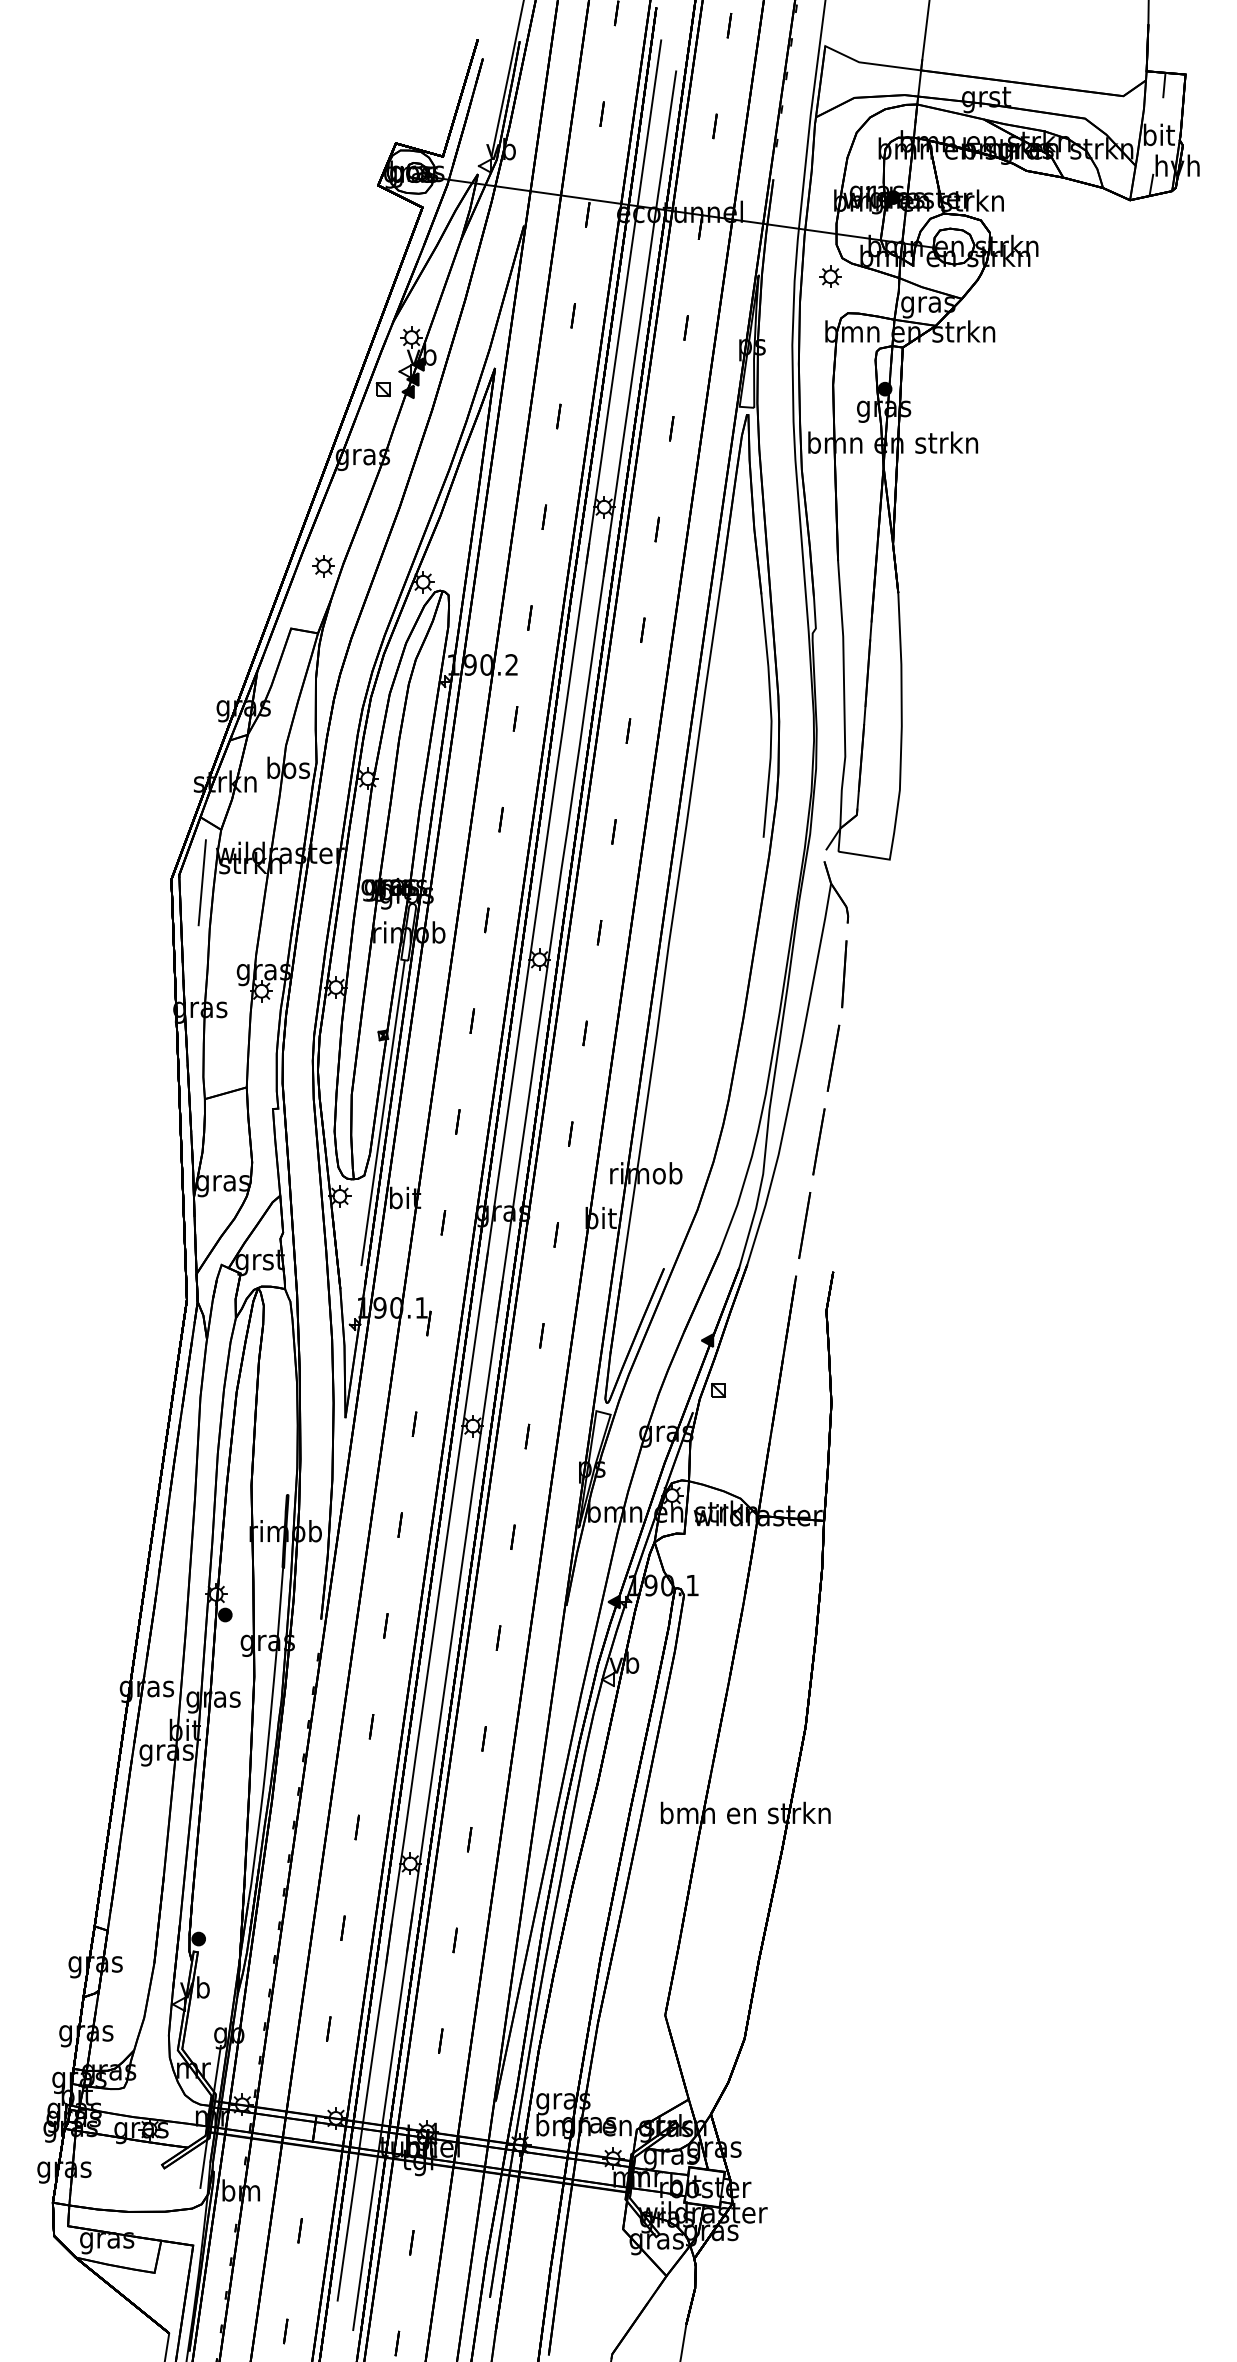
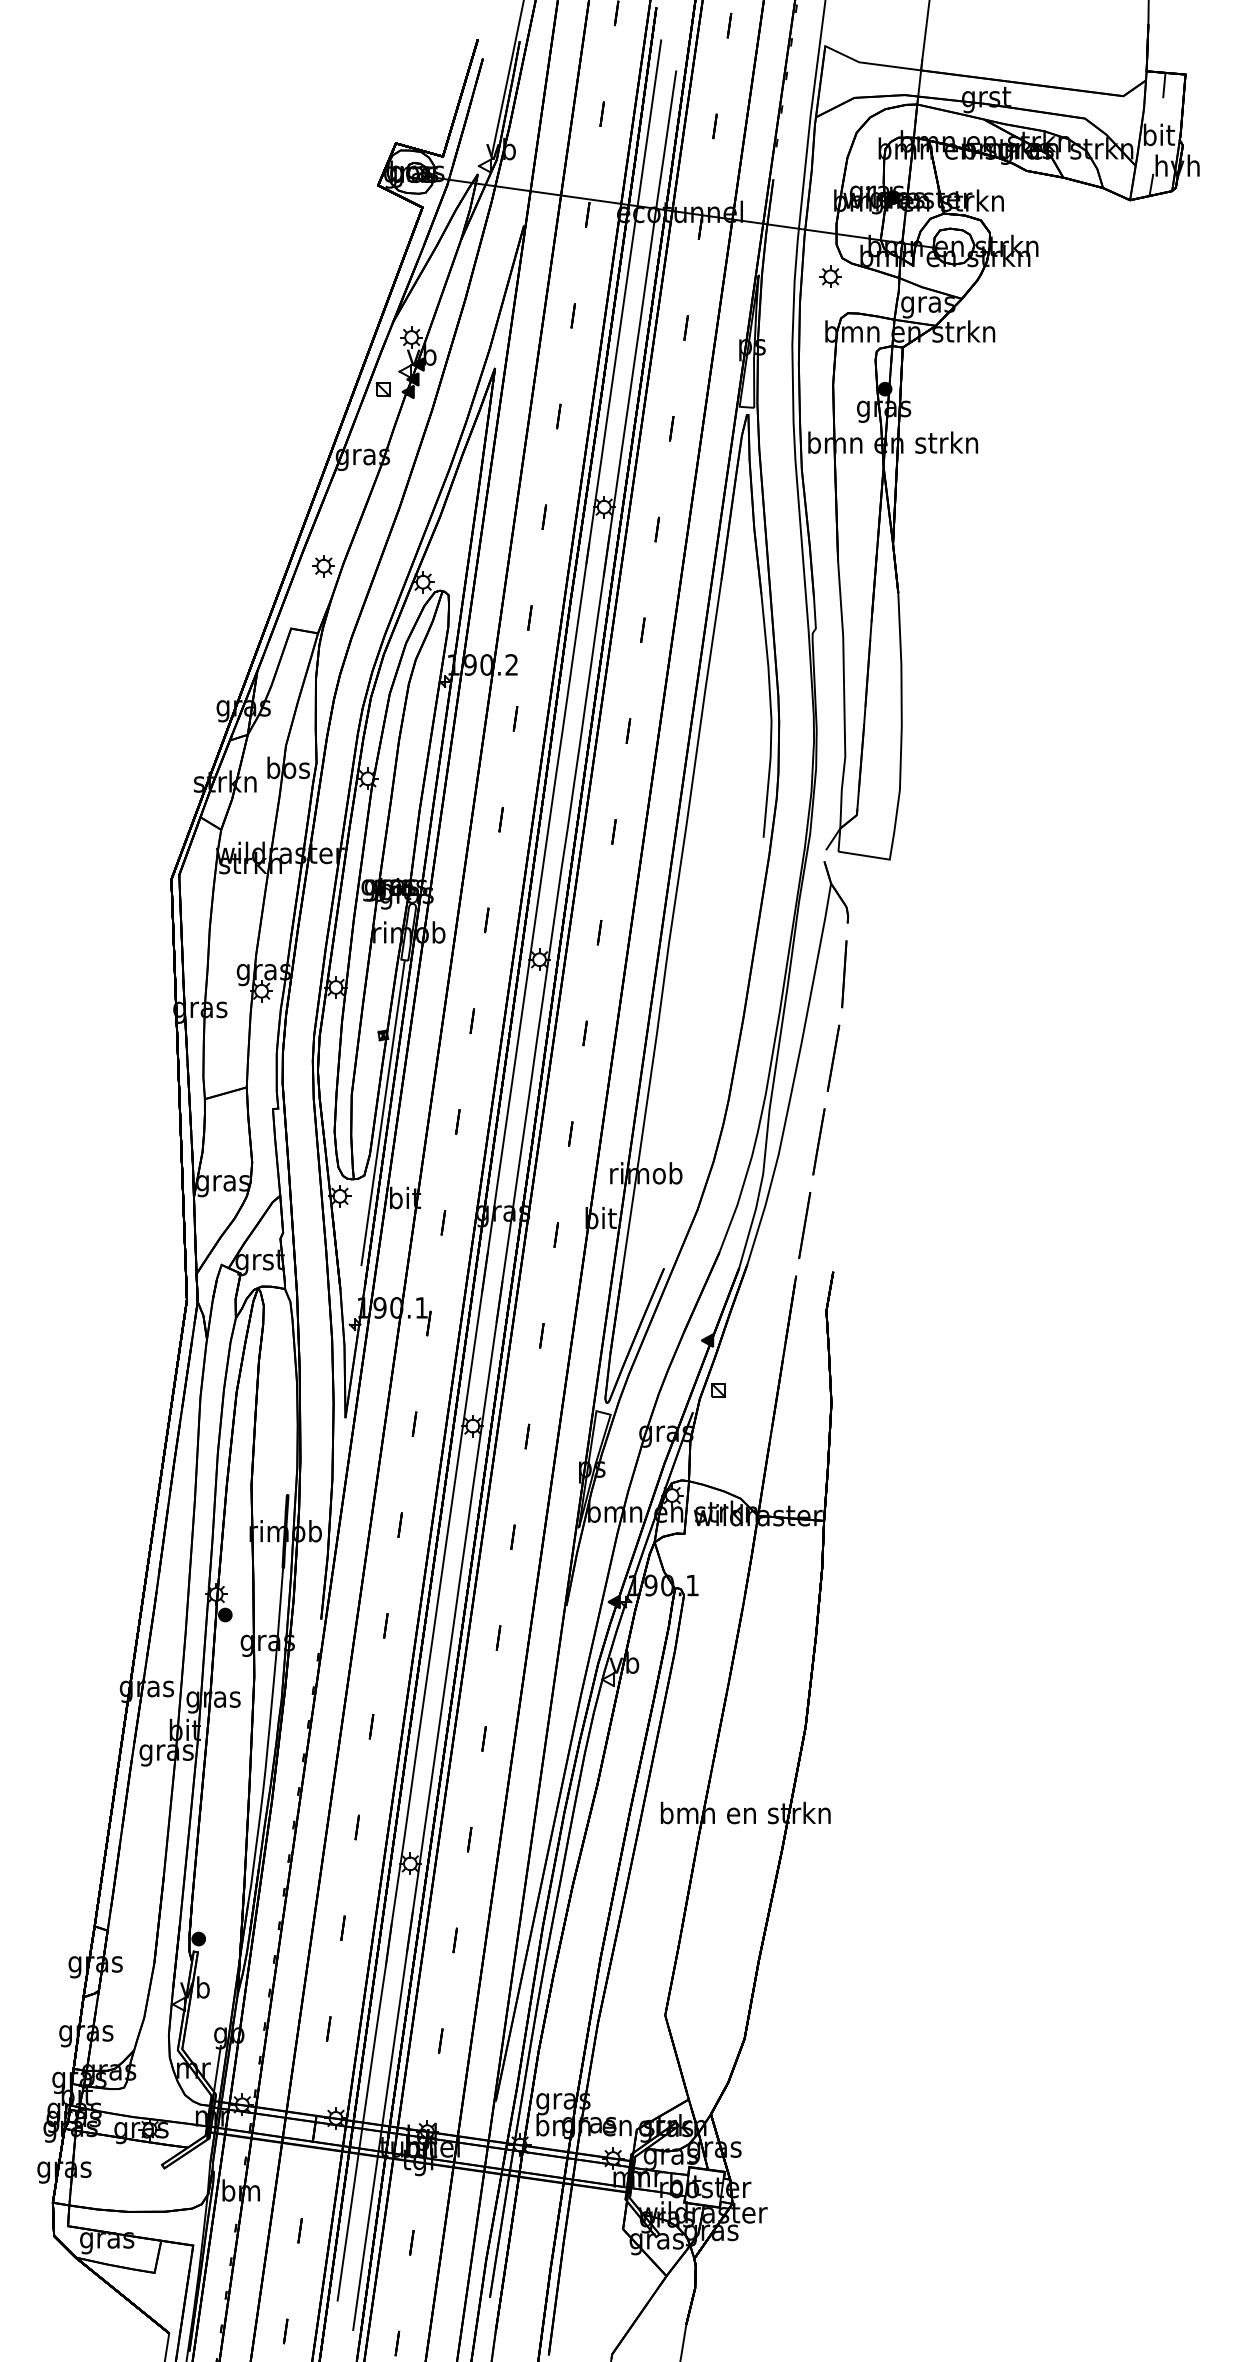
line at (201, 882): present -> none
line at (203, 2163): present -> none
